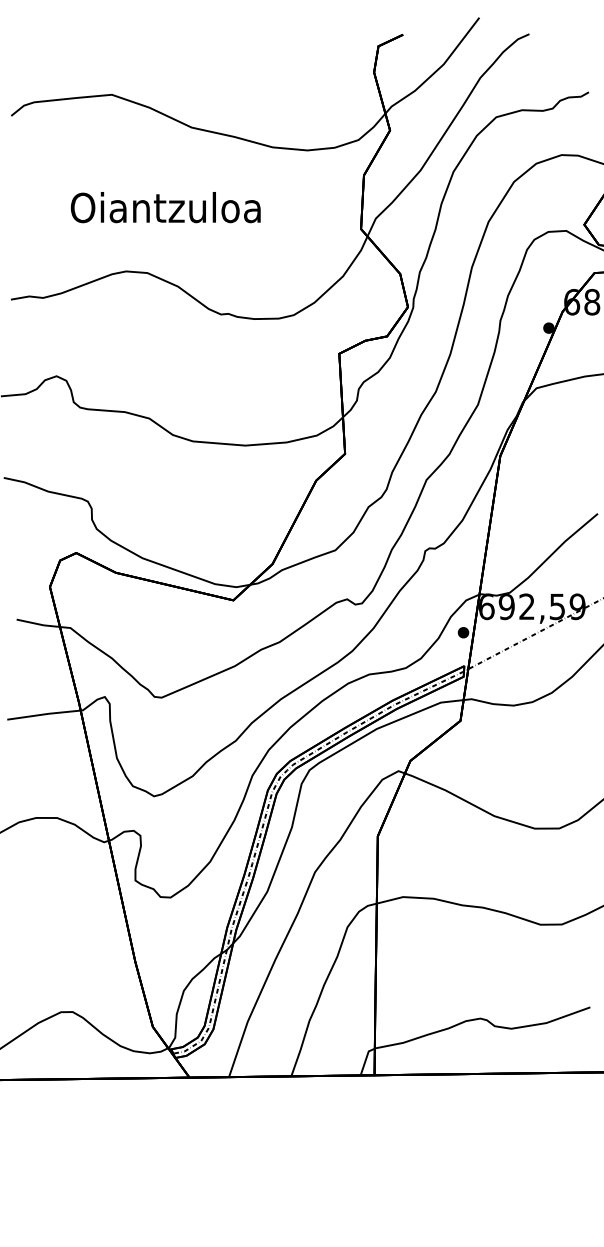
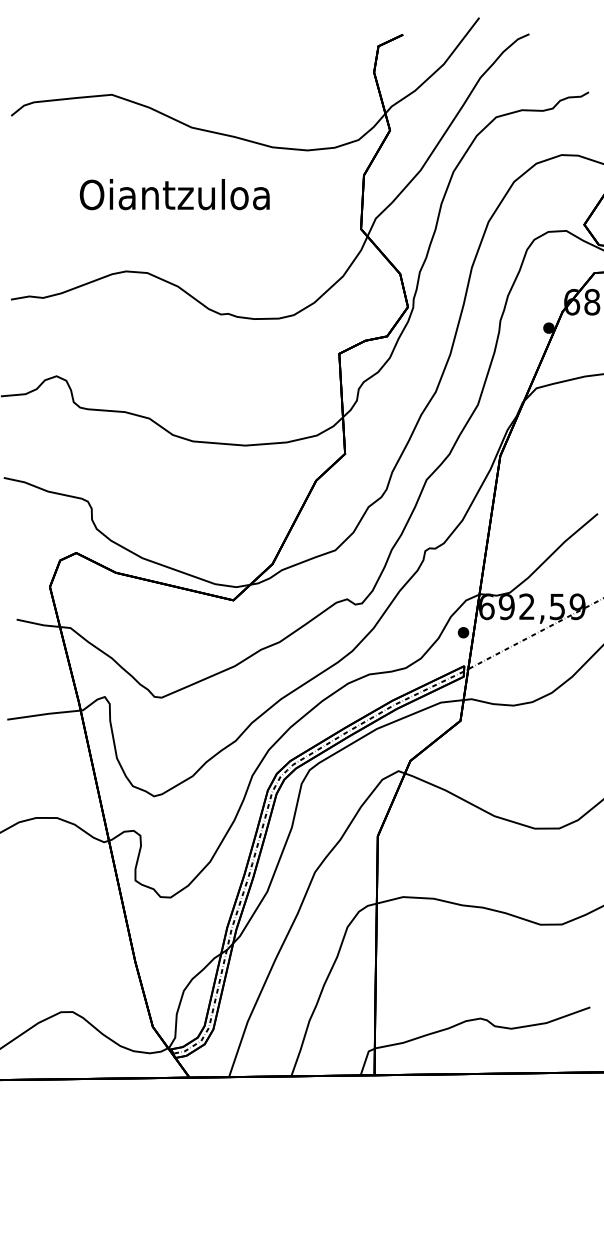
text at (165, 207) position: (165, 207) -> (174, 194)
